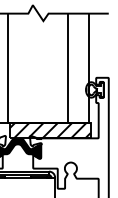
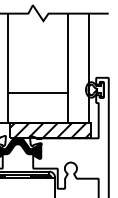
line at (37, 92): none -> present
